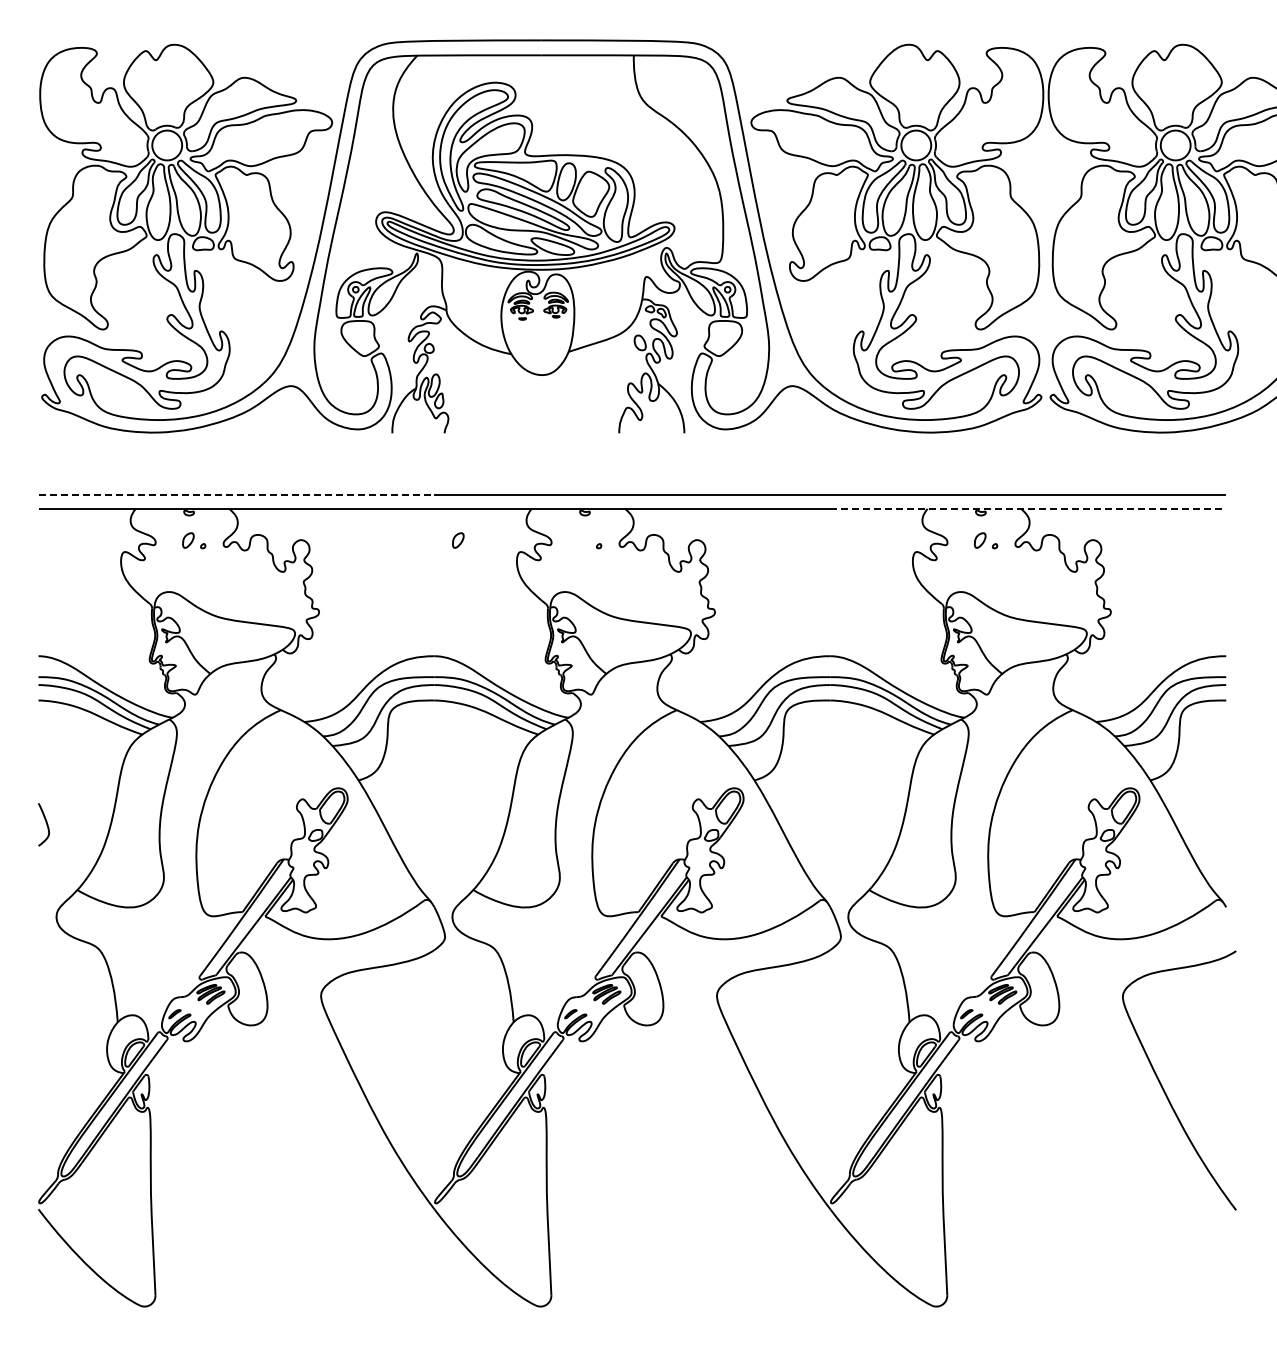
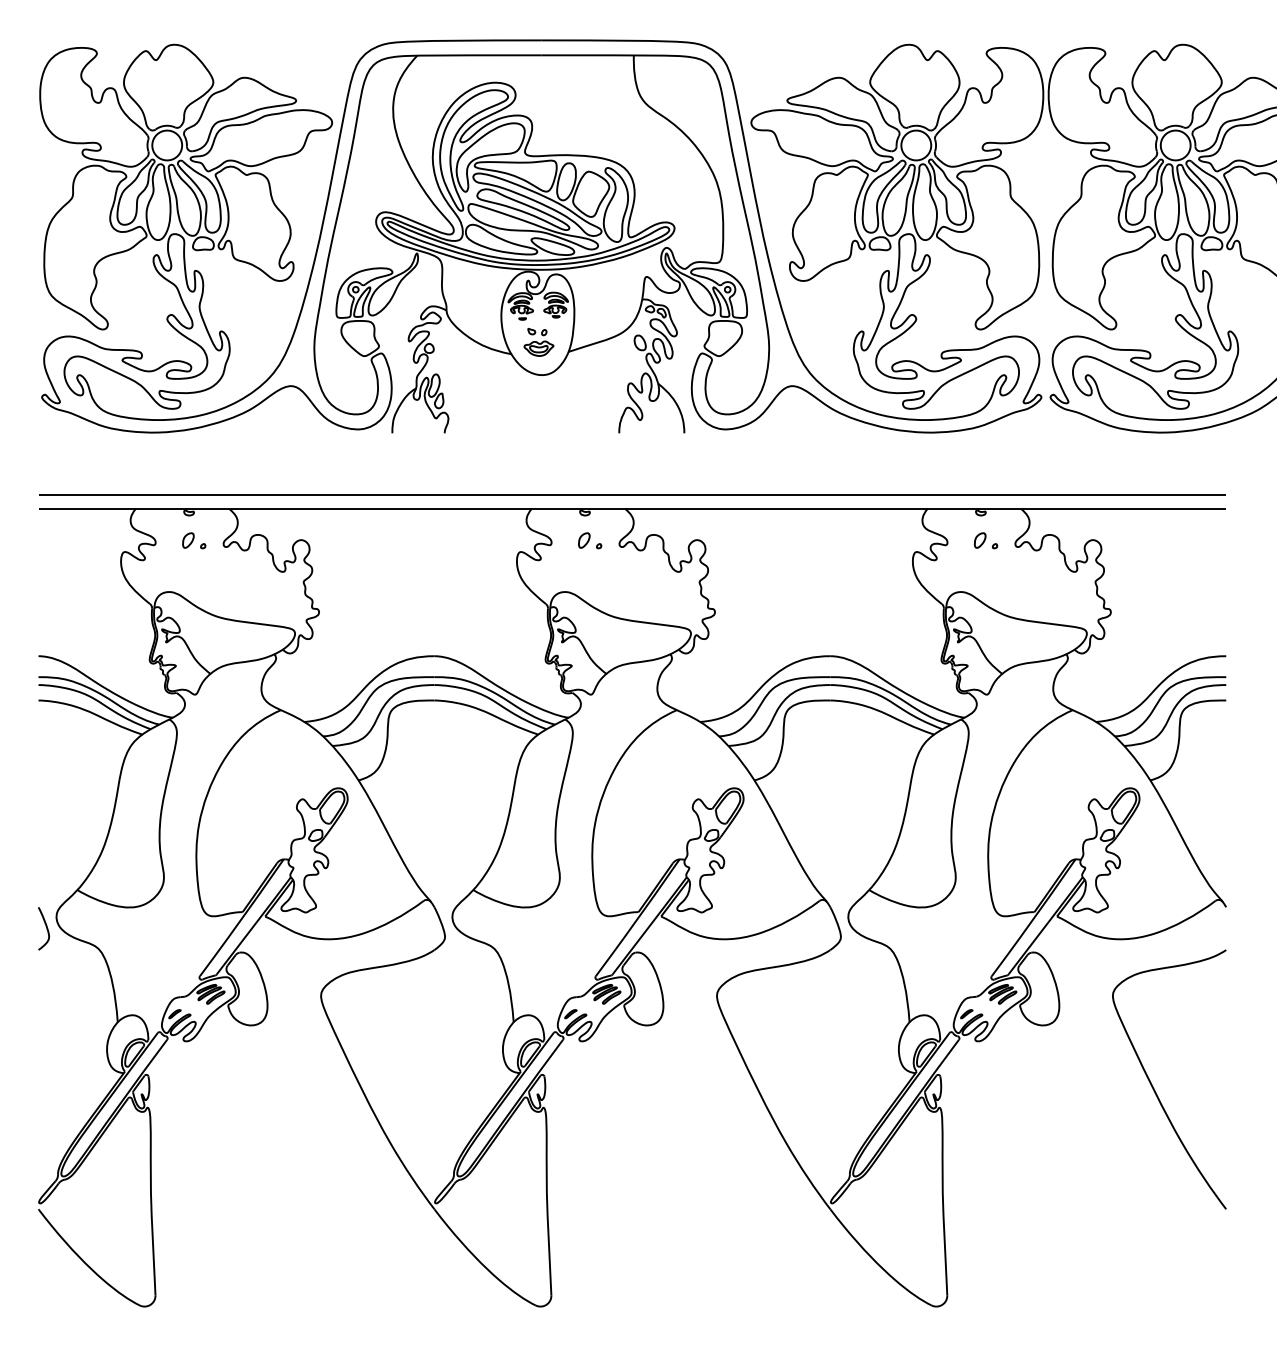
part at (538, 342): none -> present
line at (236, 495): dashed -> solid
line at (1028, 508): dashed -> solid
part at (458, 540) position: (458, 540) -> (584, 540)
curve at (46, 824) position: (46, 824) -> (46, 928)
curve at (1163, 1087) position: (1163, 1087) -> (1153, 1086)
